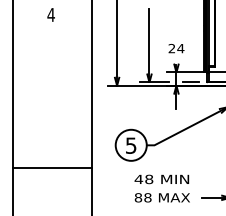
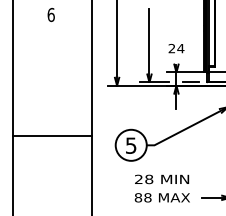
text at (50, 14): 4 -> 6
line at (52, 168) position: (52, 168) -> (52, 136)
text at (138, 178): 48 -> 28
